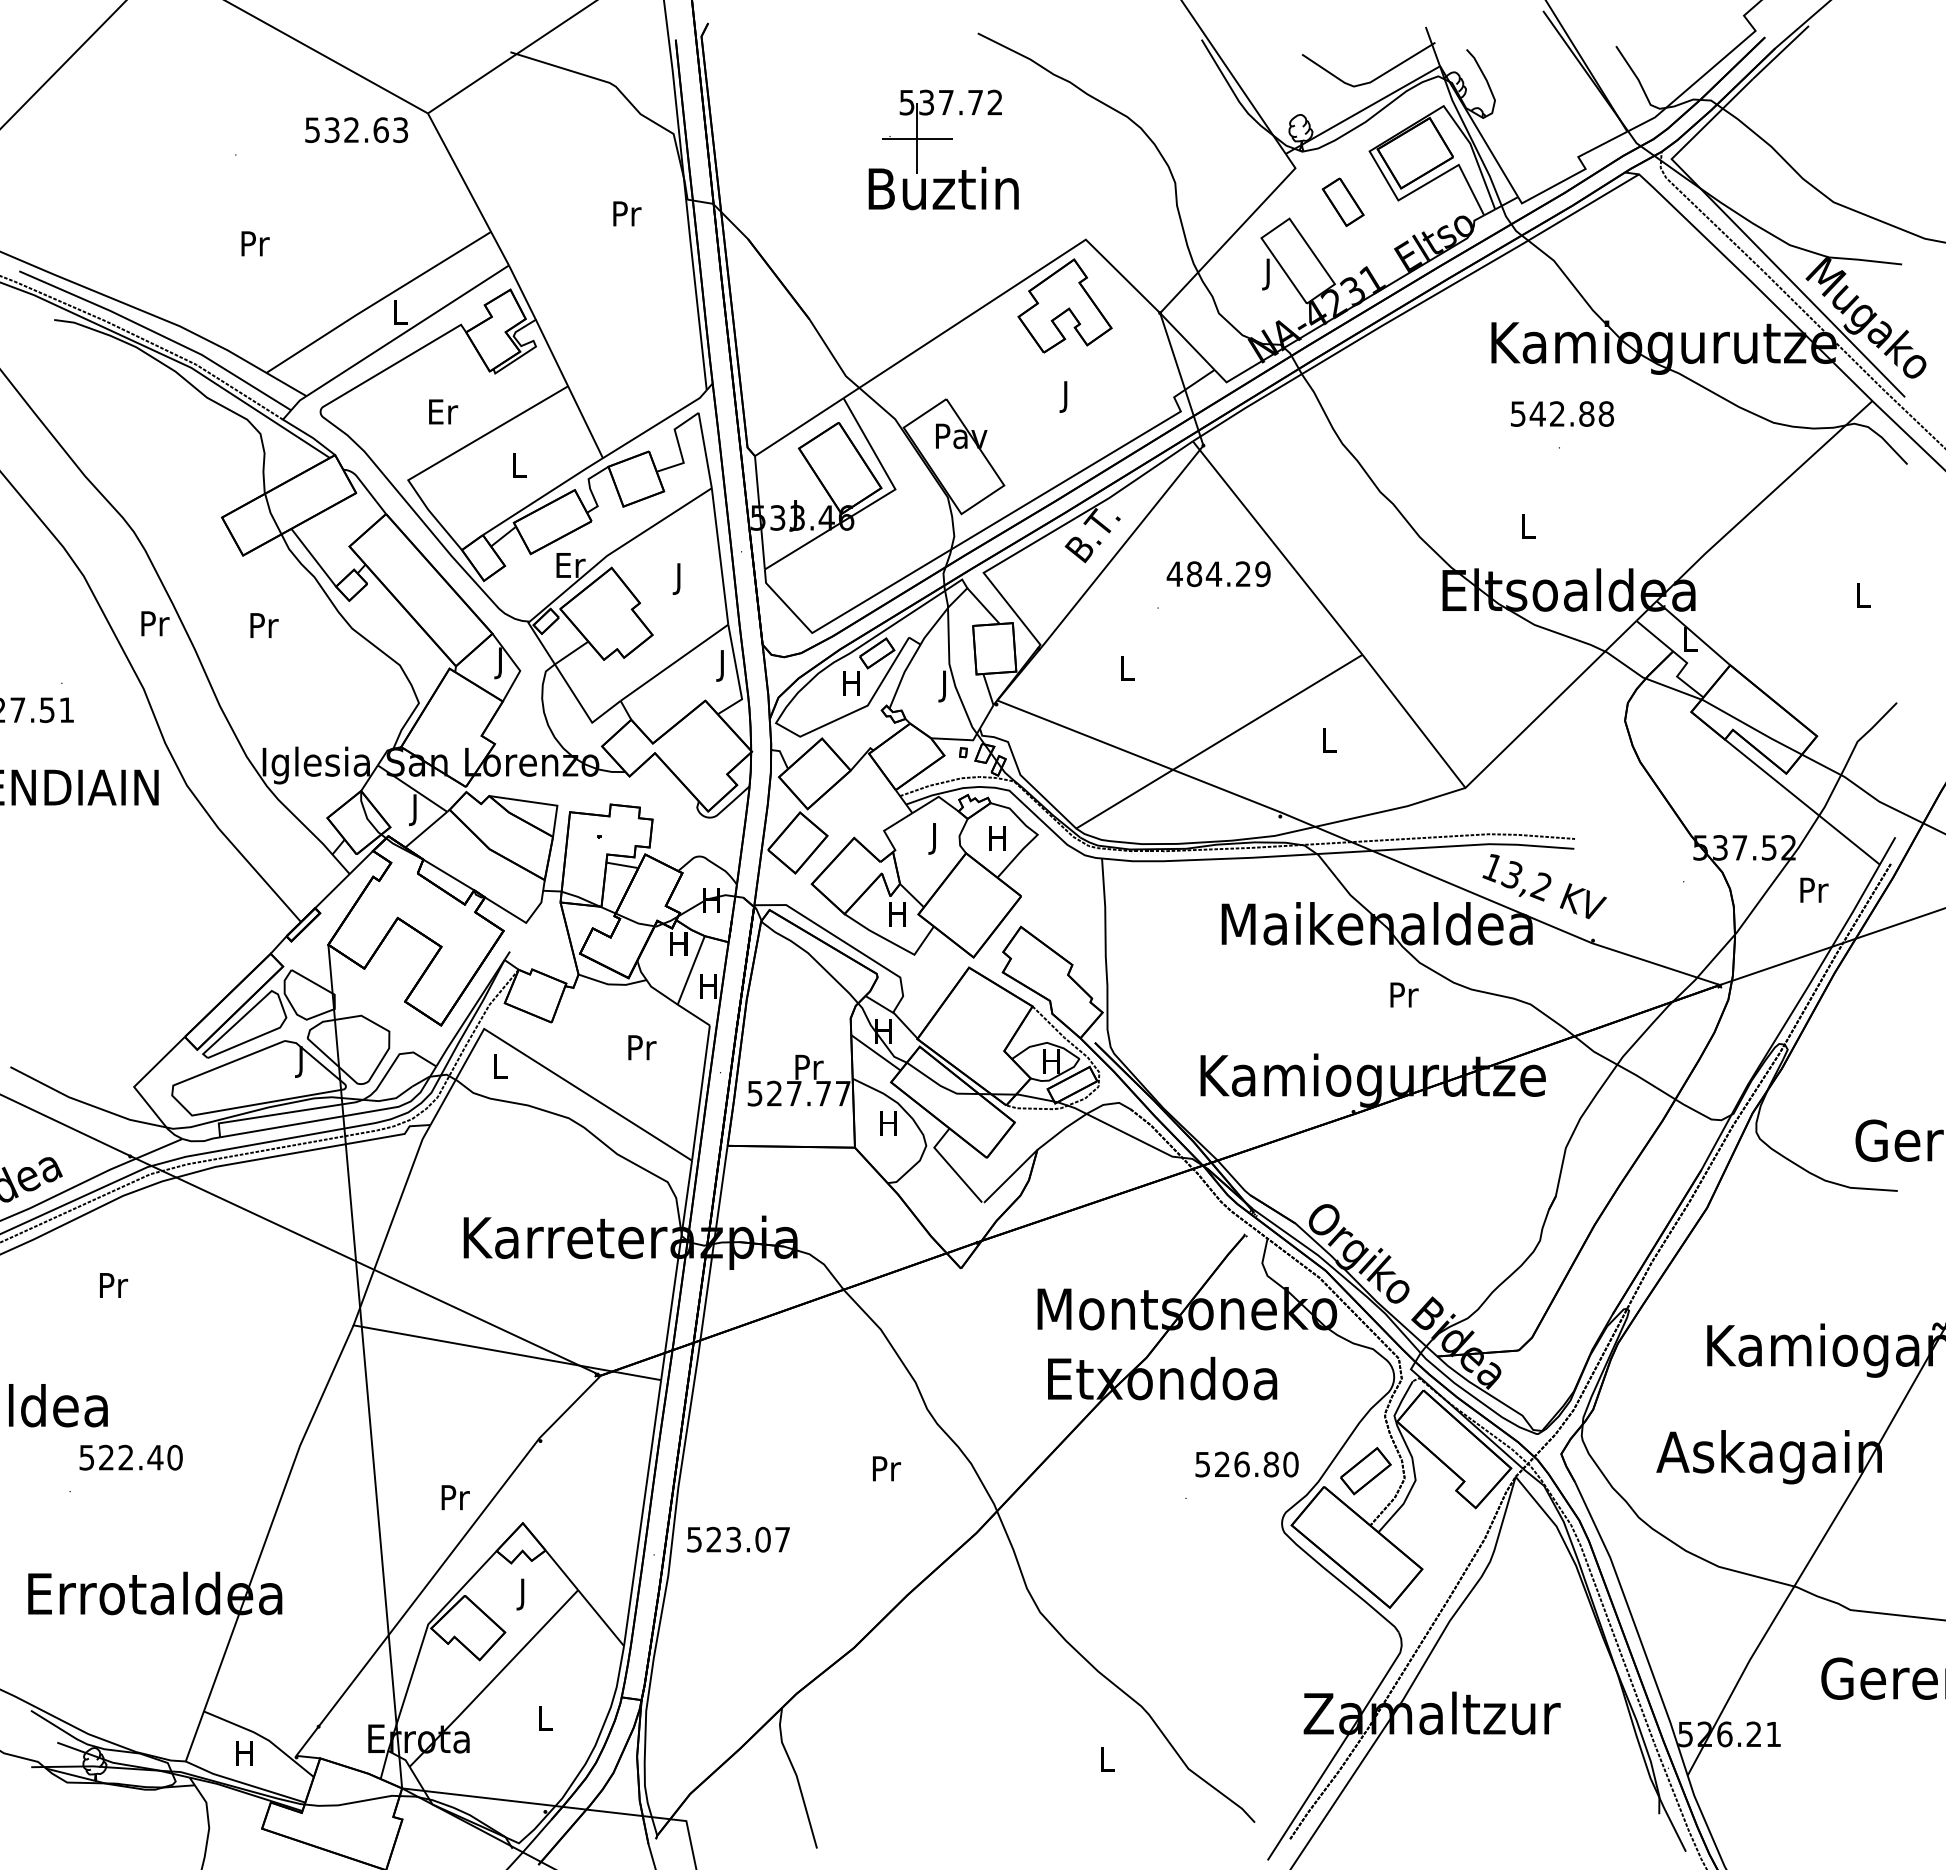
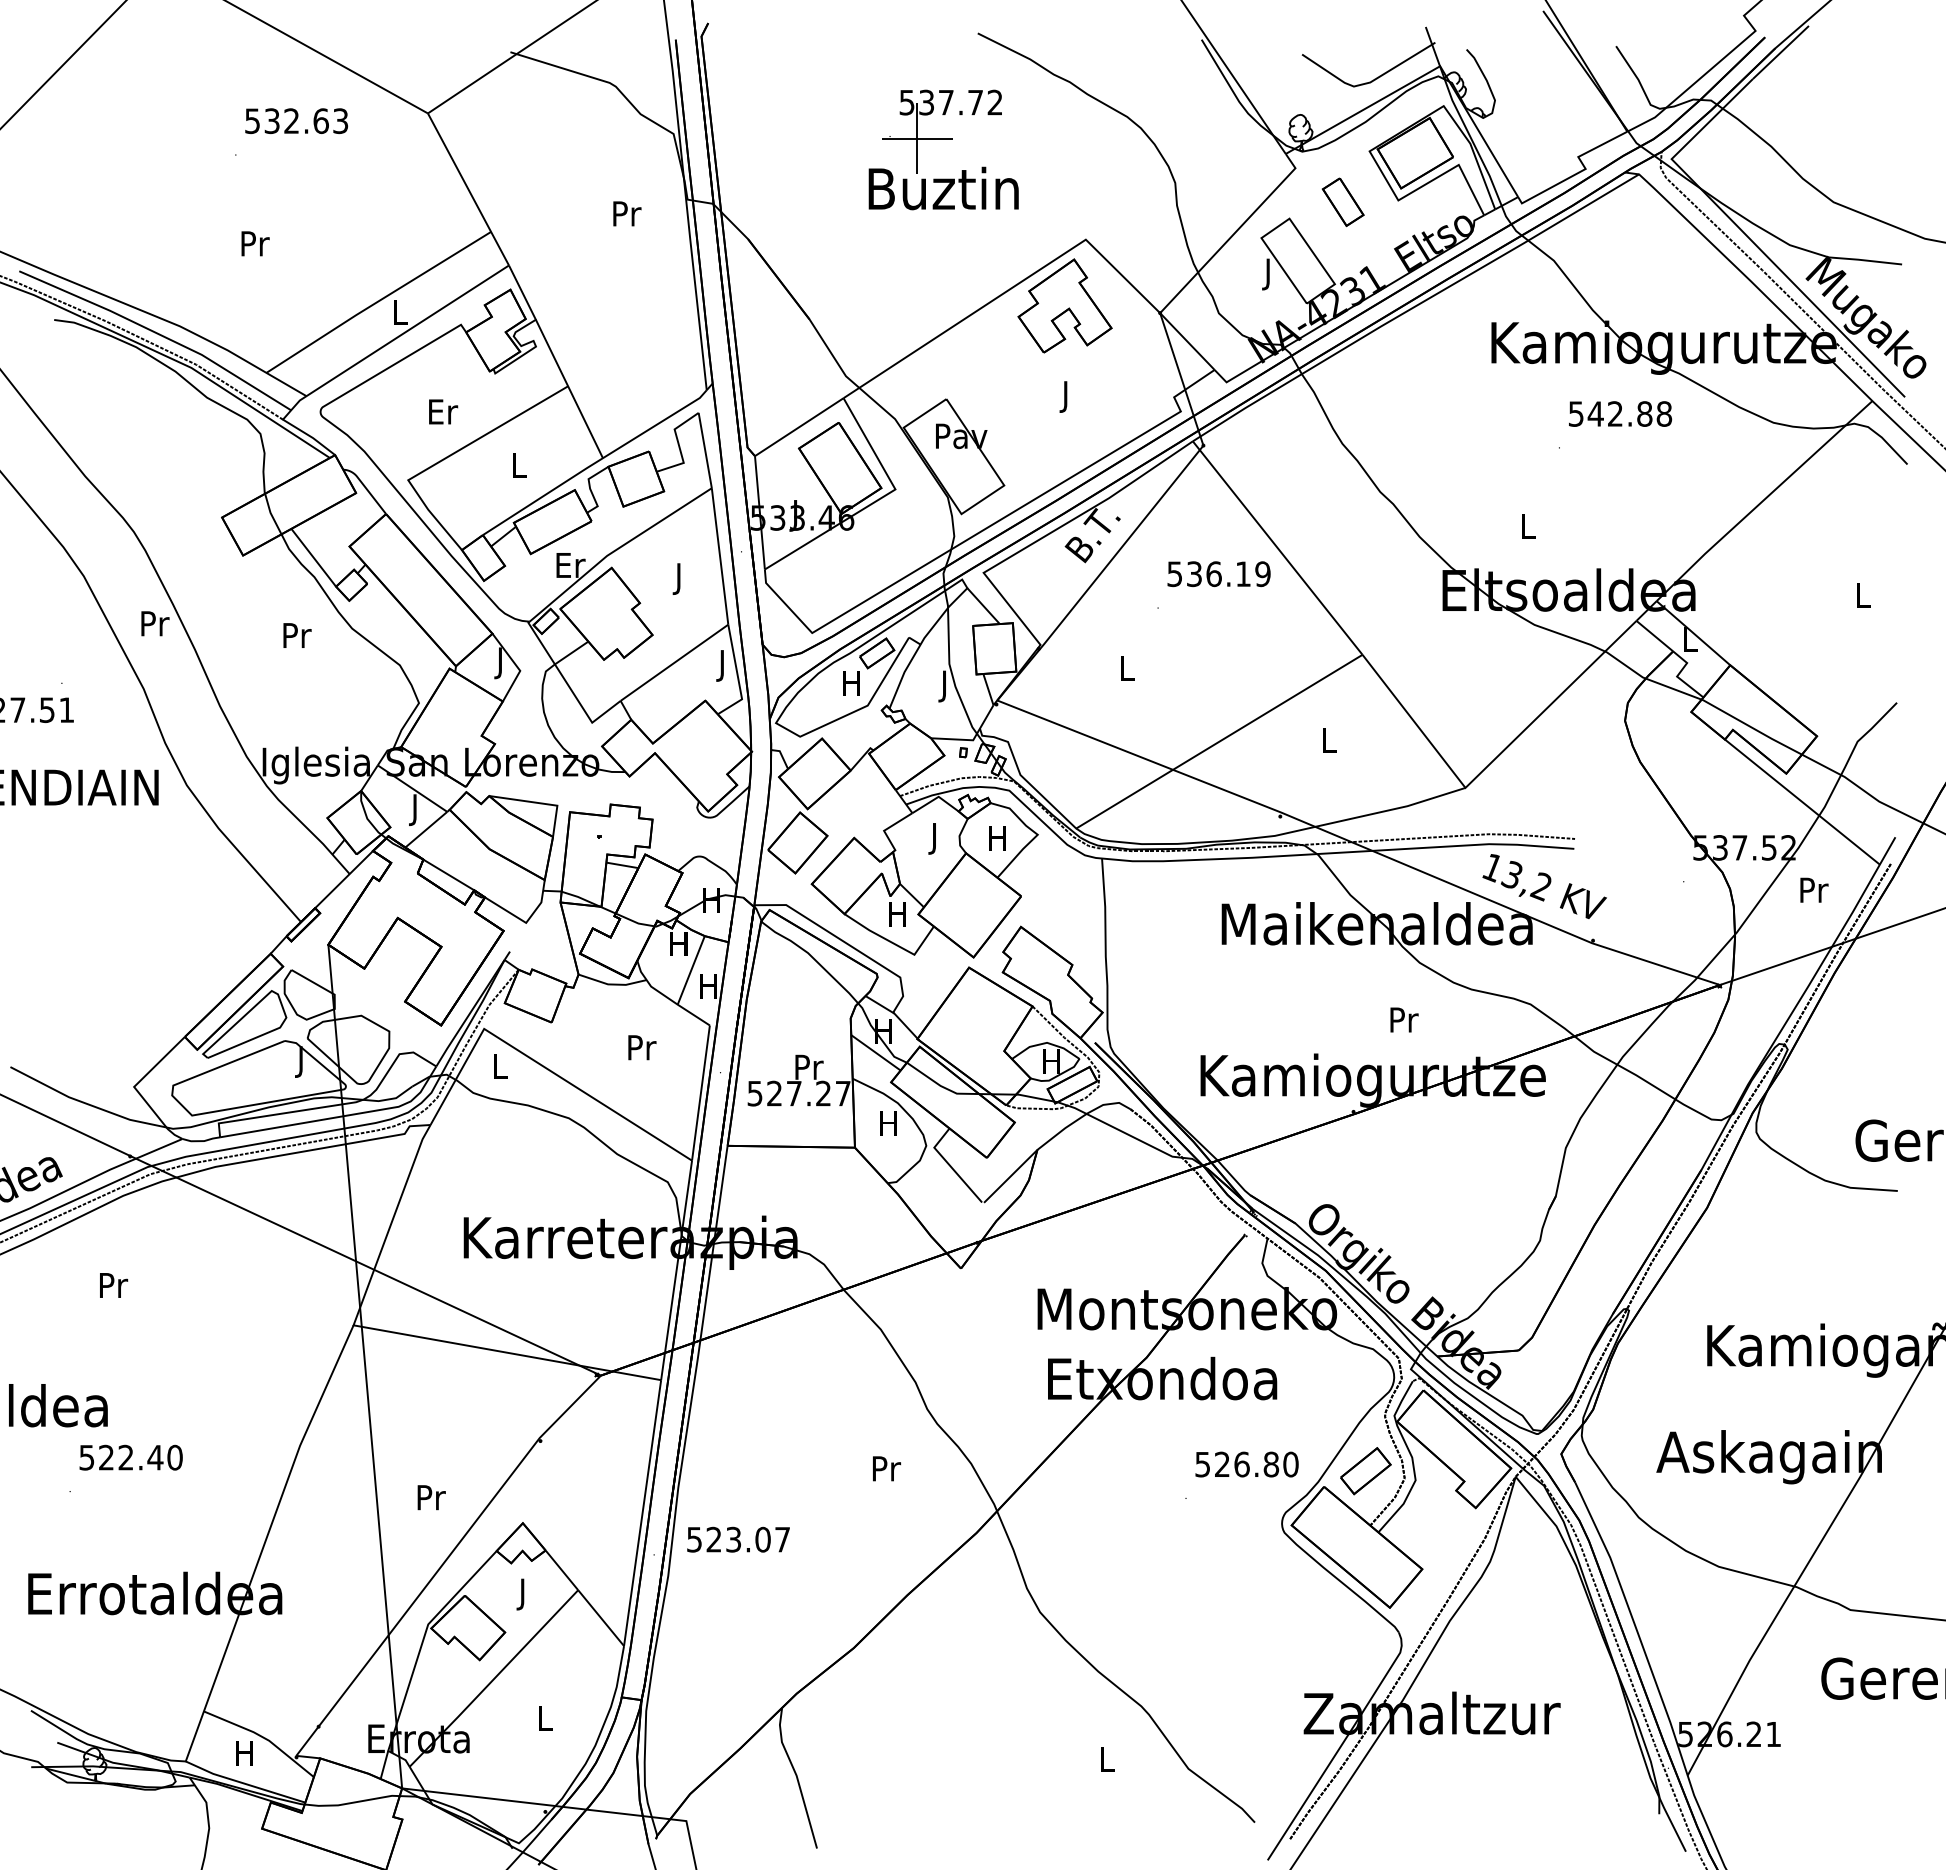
text at (356, 129) position: (356, 129) -> (296, 120)
text at (1562, 413) position: (1562, 413) -> (1620, 413)
text at (1208, 574): 484.29 -> 536.19
text at (264, 625) position: (264, 625) -> (297, 635)
text at (1404, 994) position: (1404, 994) -> (1404, 1019)
text at (823, 1093): 527.77 -> 527.27
text at (455, 1497) position: (455, 1497) -> (431, 1497)
